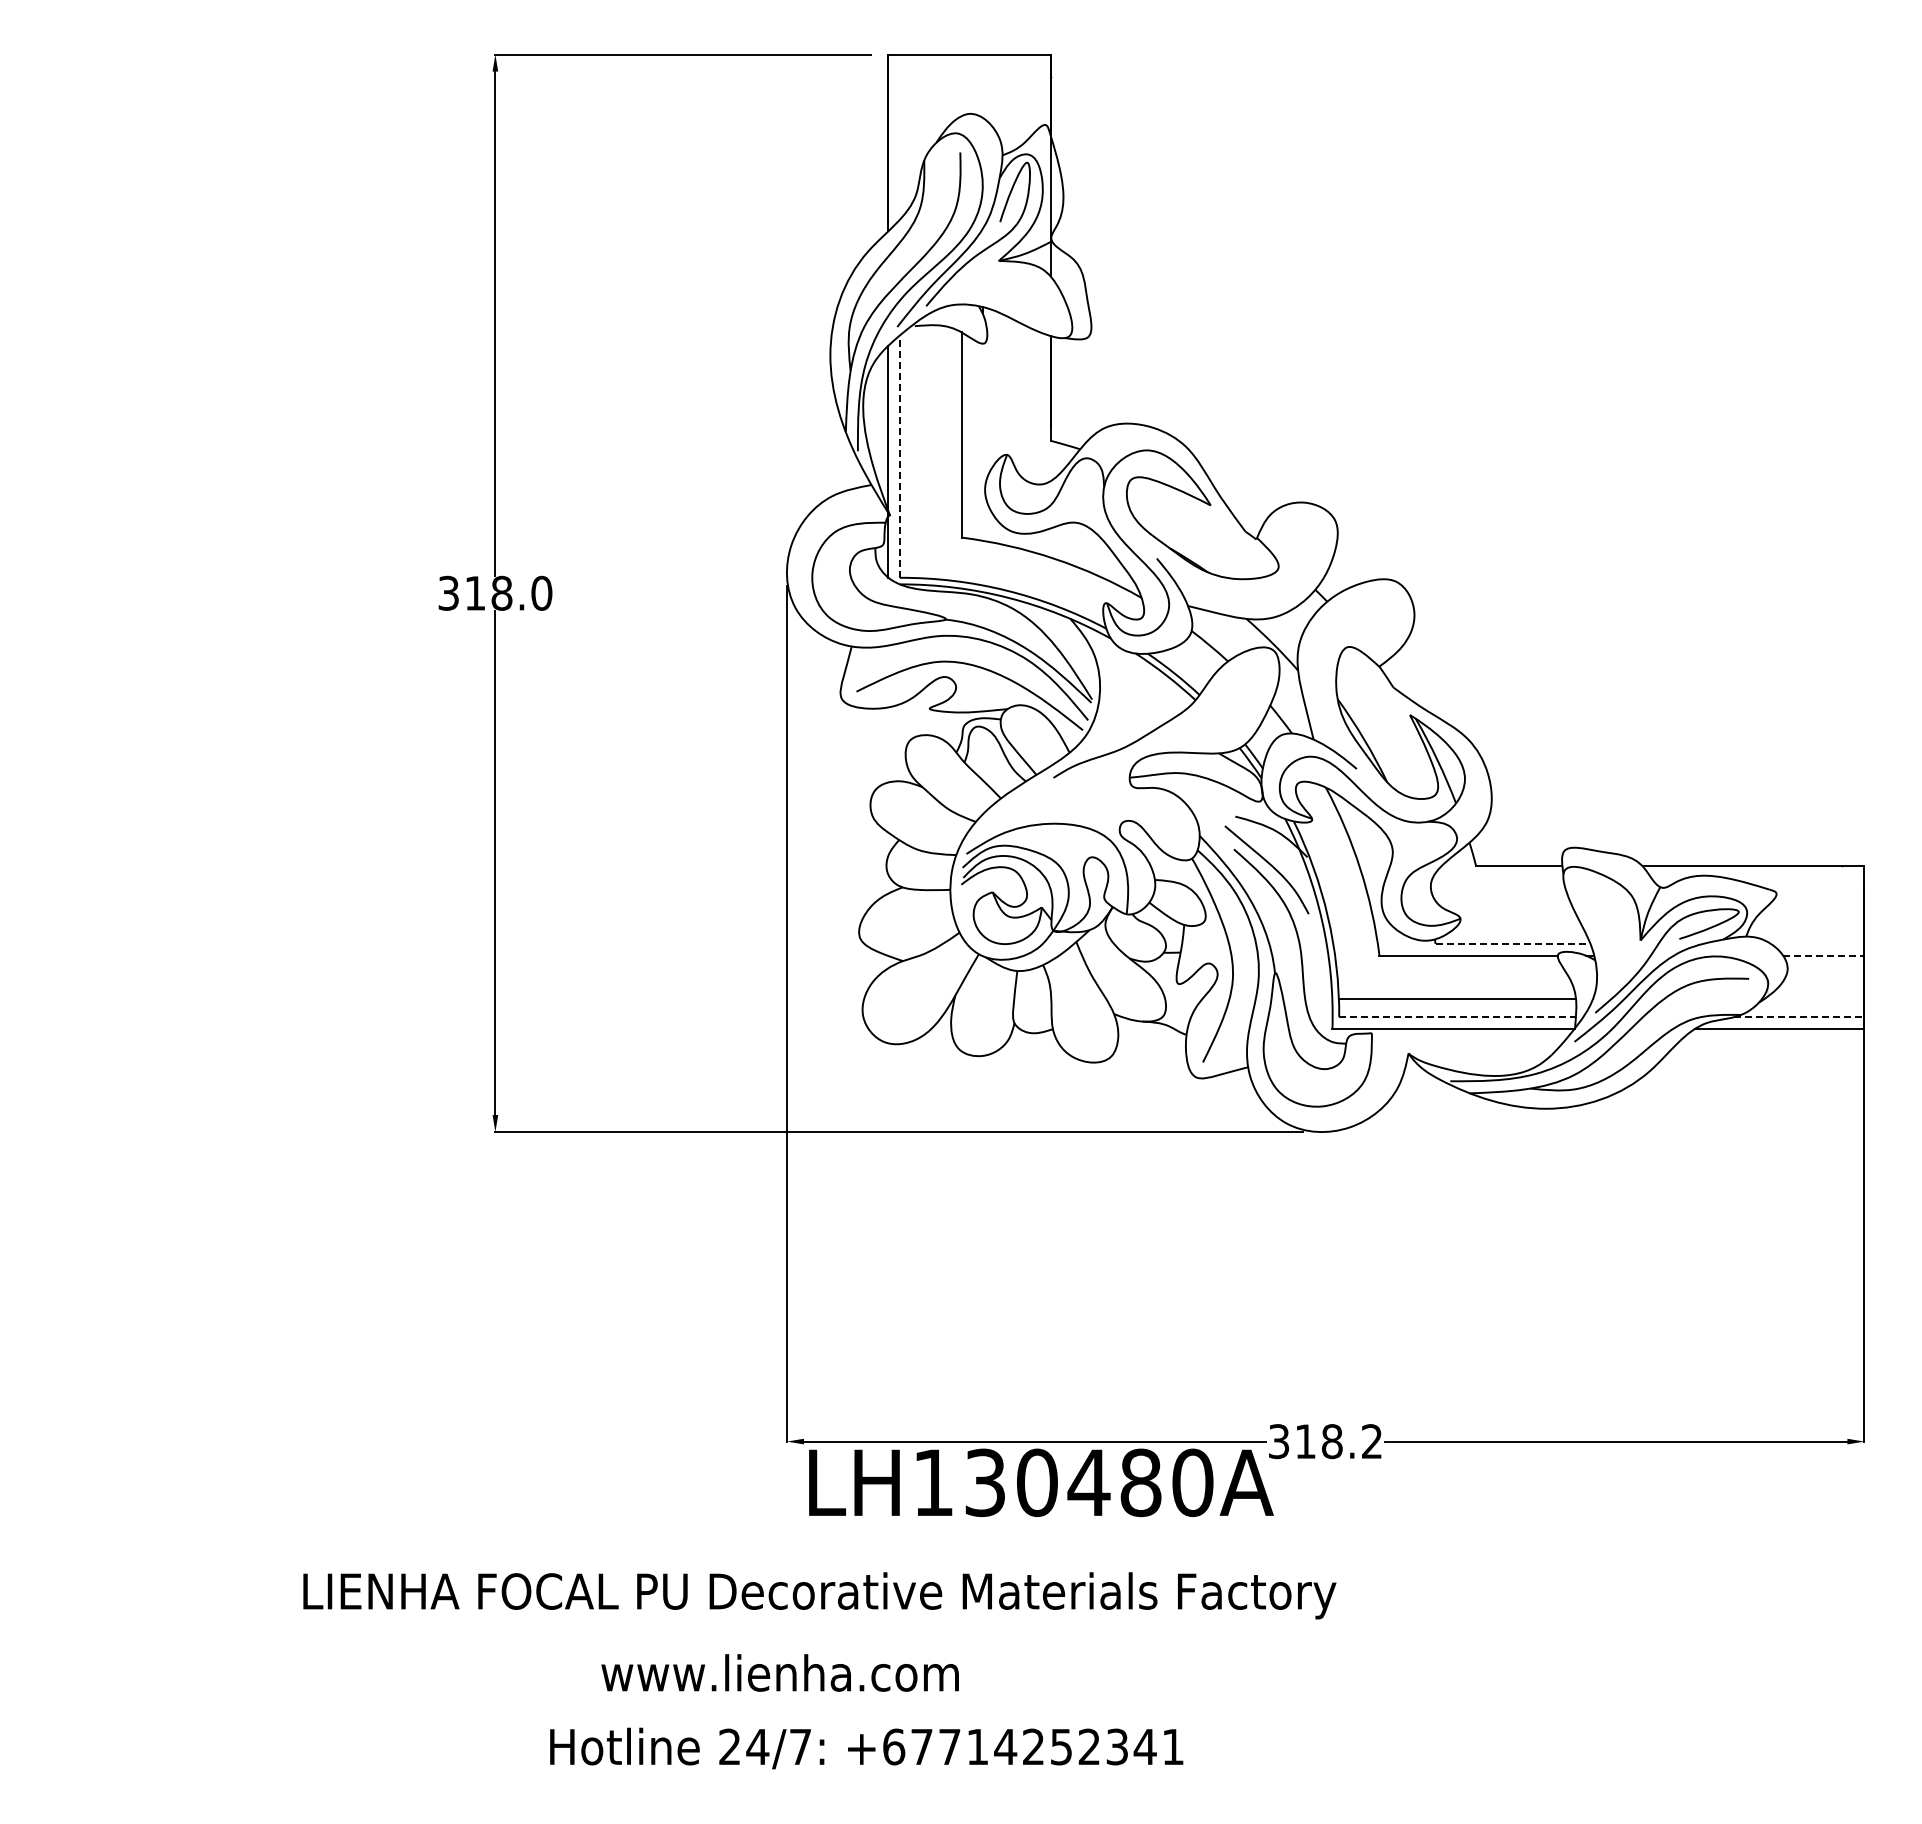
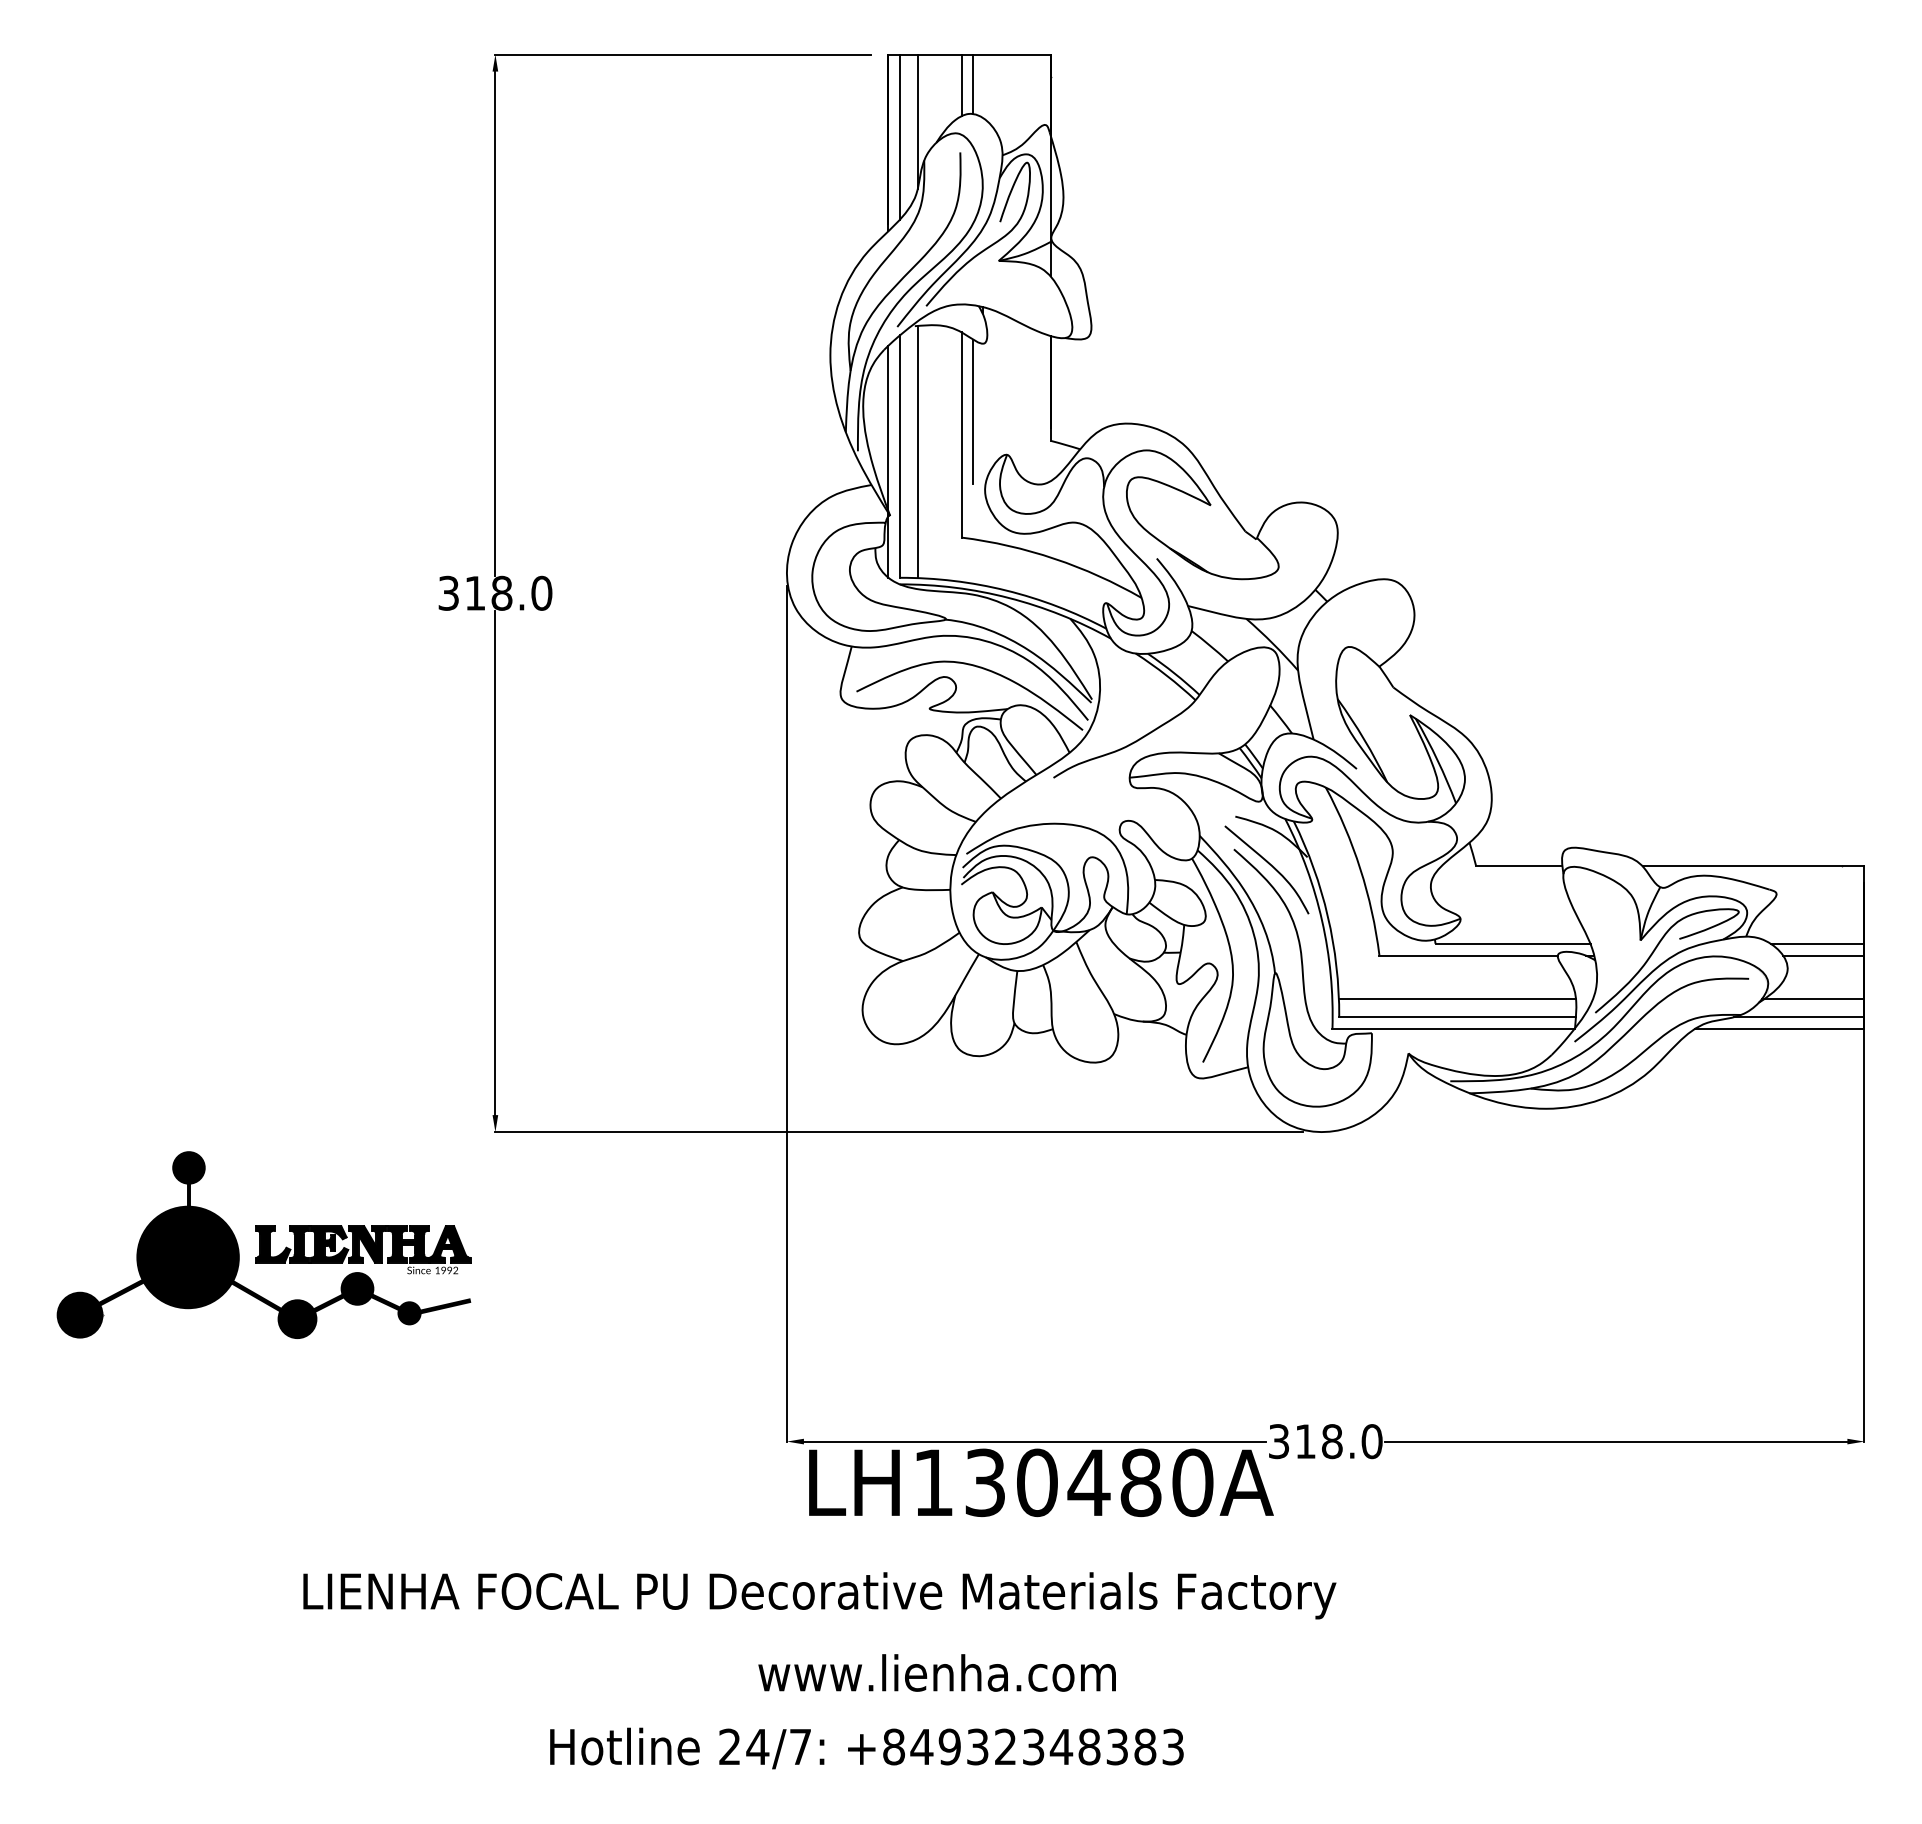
line at (973, 84): none -> present
line at (961, 85): none -> present
line at (917, 121): none -> present
line at (899, 136): none -> present
line at (973, 411): none -> present
line at (917, 451): none -> present
line at (899, 456): dashed -> solid
line at (1513, 943): dashed -> solid
line at (1817, 943): none -> present
line at (1823, 955): dashed -> solid
line at (1812, 999): none -> present
line at (1458, 1017): dashed -> solid
line at (1799, 1017): dashed -> solid
part at (263, 1244): none -> present
text at (1371, 1441): 318.2 -> 318.0
text at (779, 1672) position: (779, 1672) -> (936, 1672)
text at (1033, 1746): +67714252341 -> +84932348383
